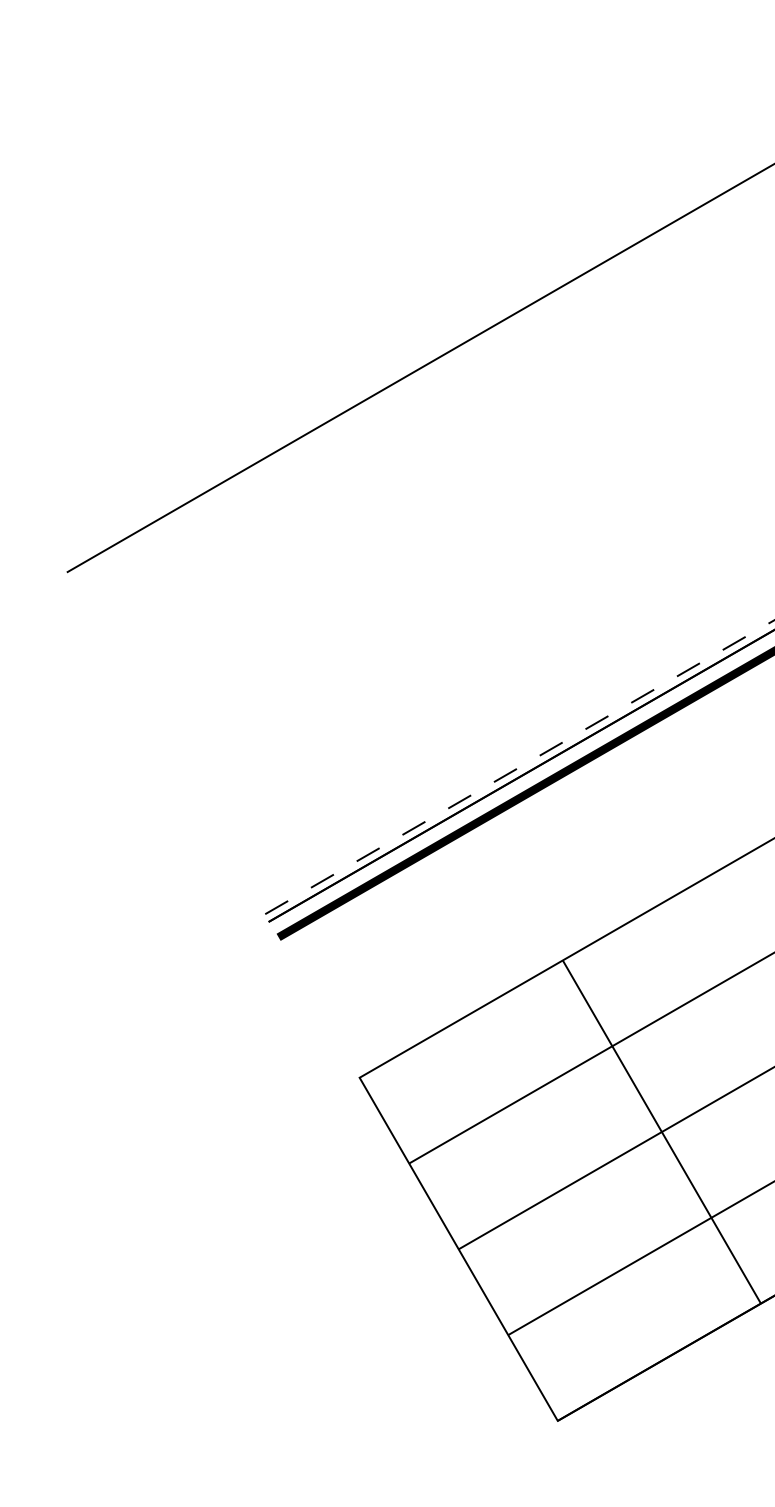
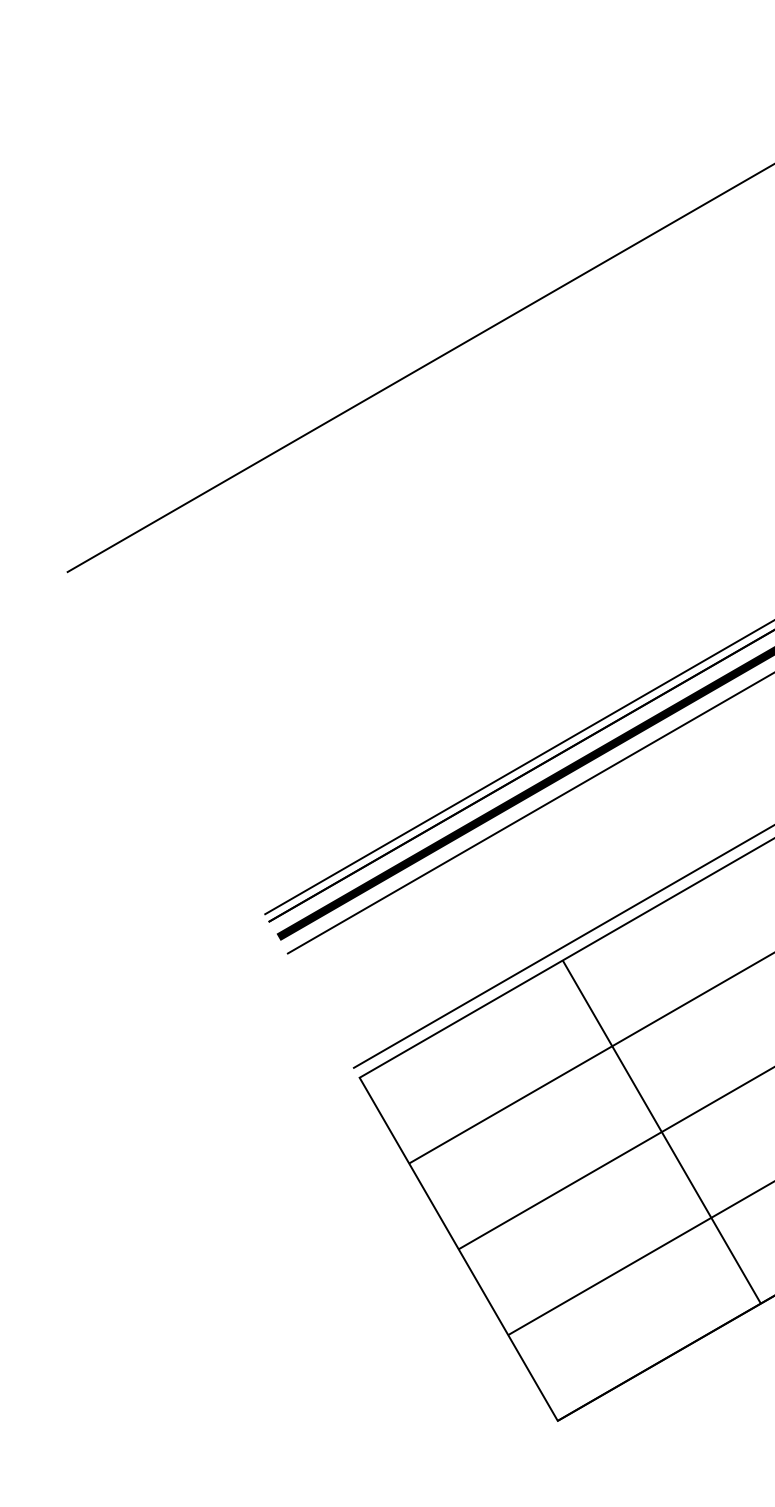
line at (519, 767): dashed -> solid
line at (529, 813): none -> present
line at (562, 946): none -> present
